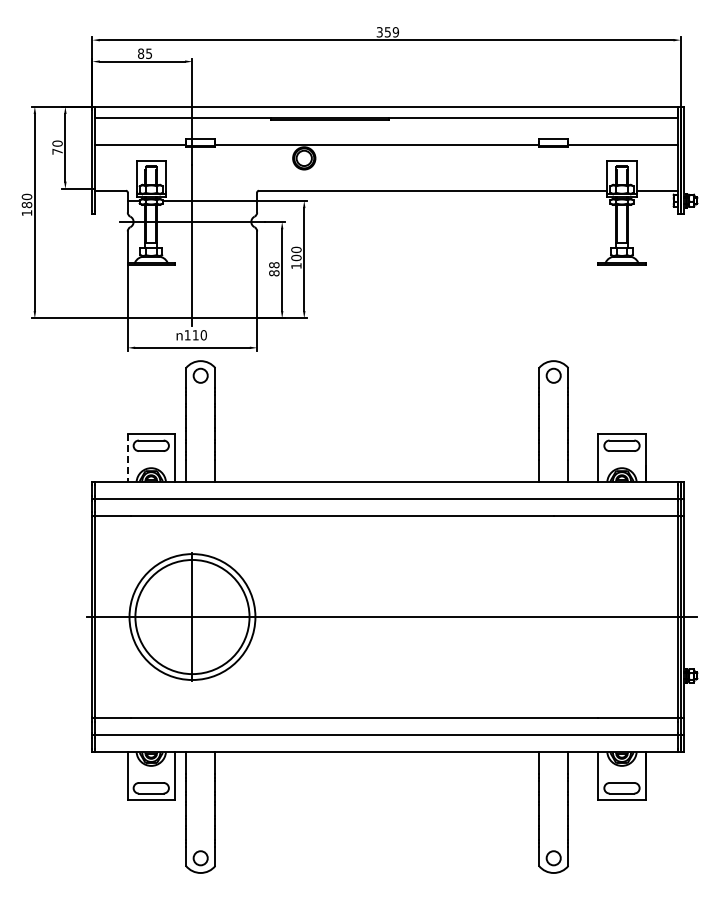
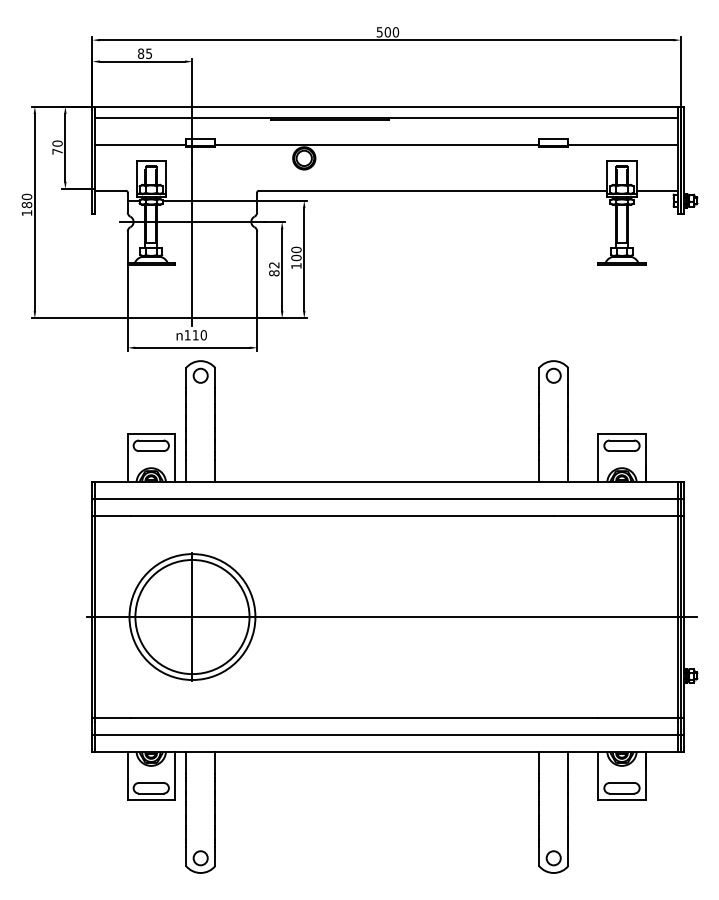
text at (387, 32): 359 -> 500
text at (274, 265): 88 -> 82
line at (127, 457): dashed -> solid
